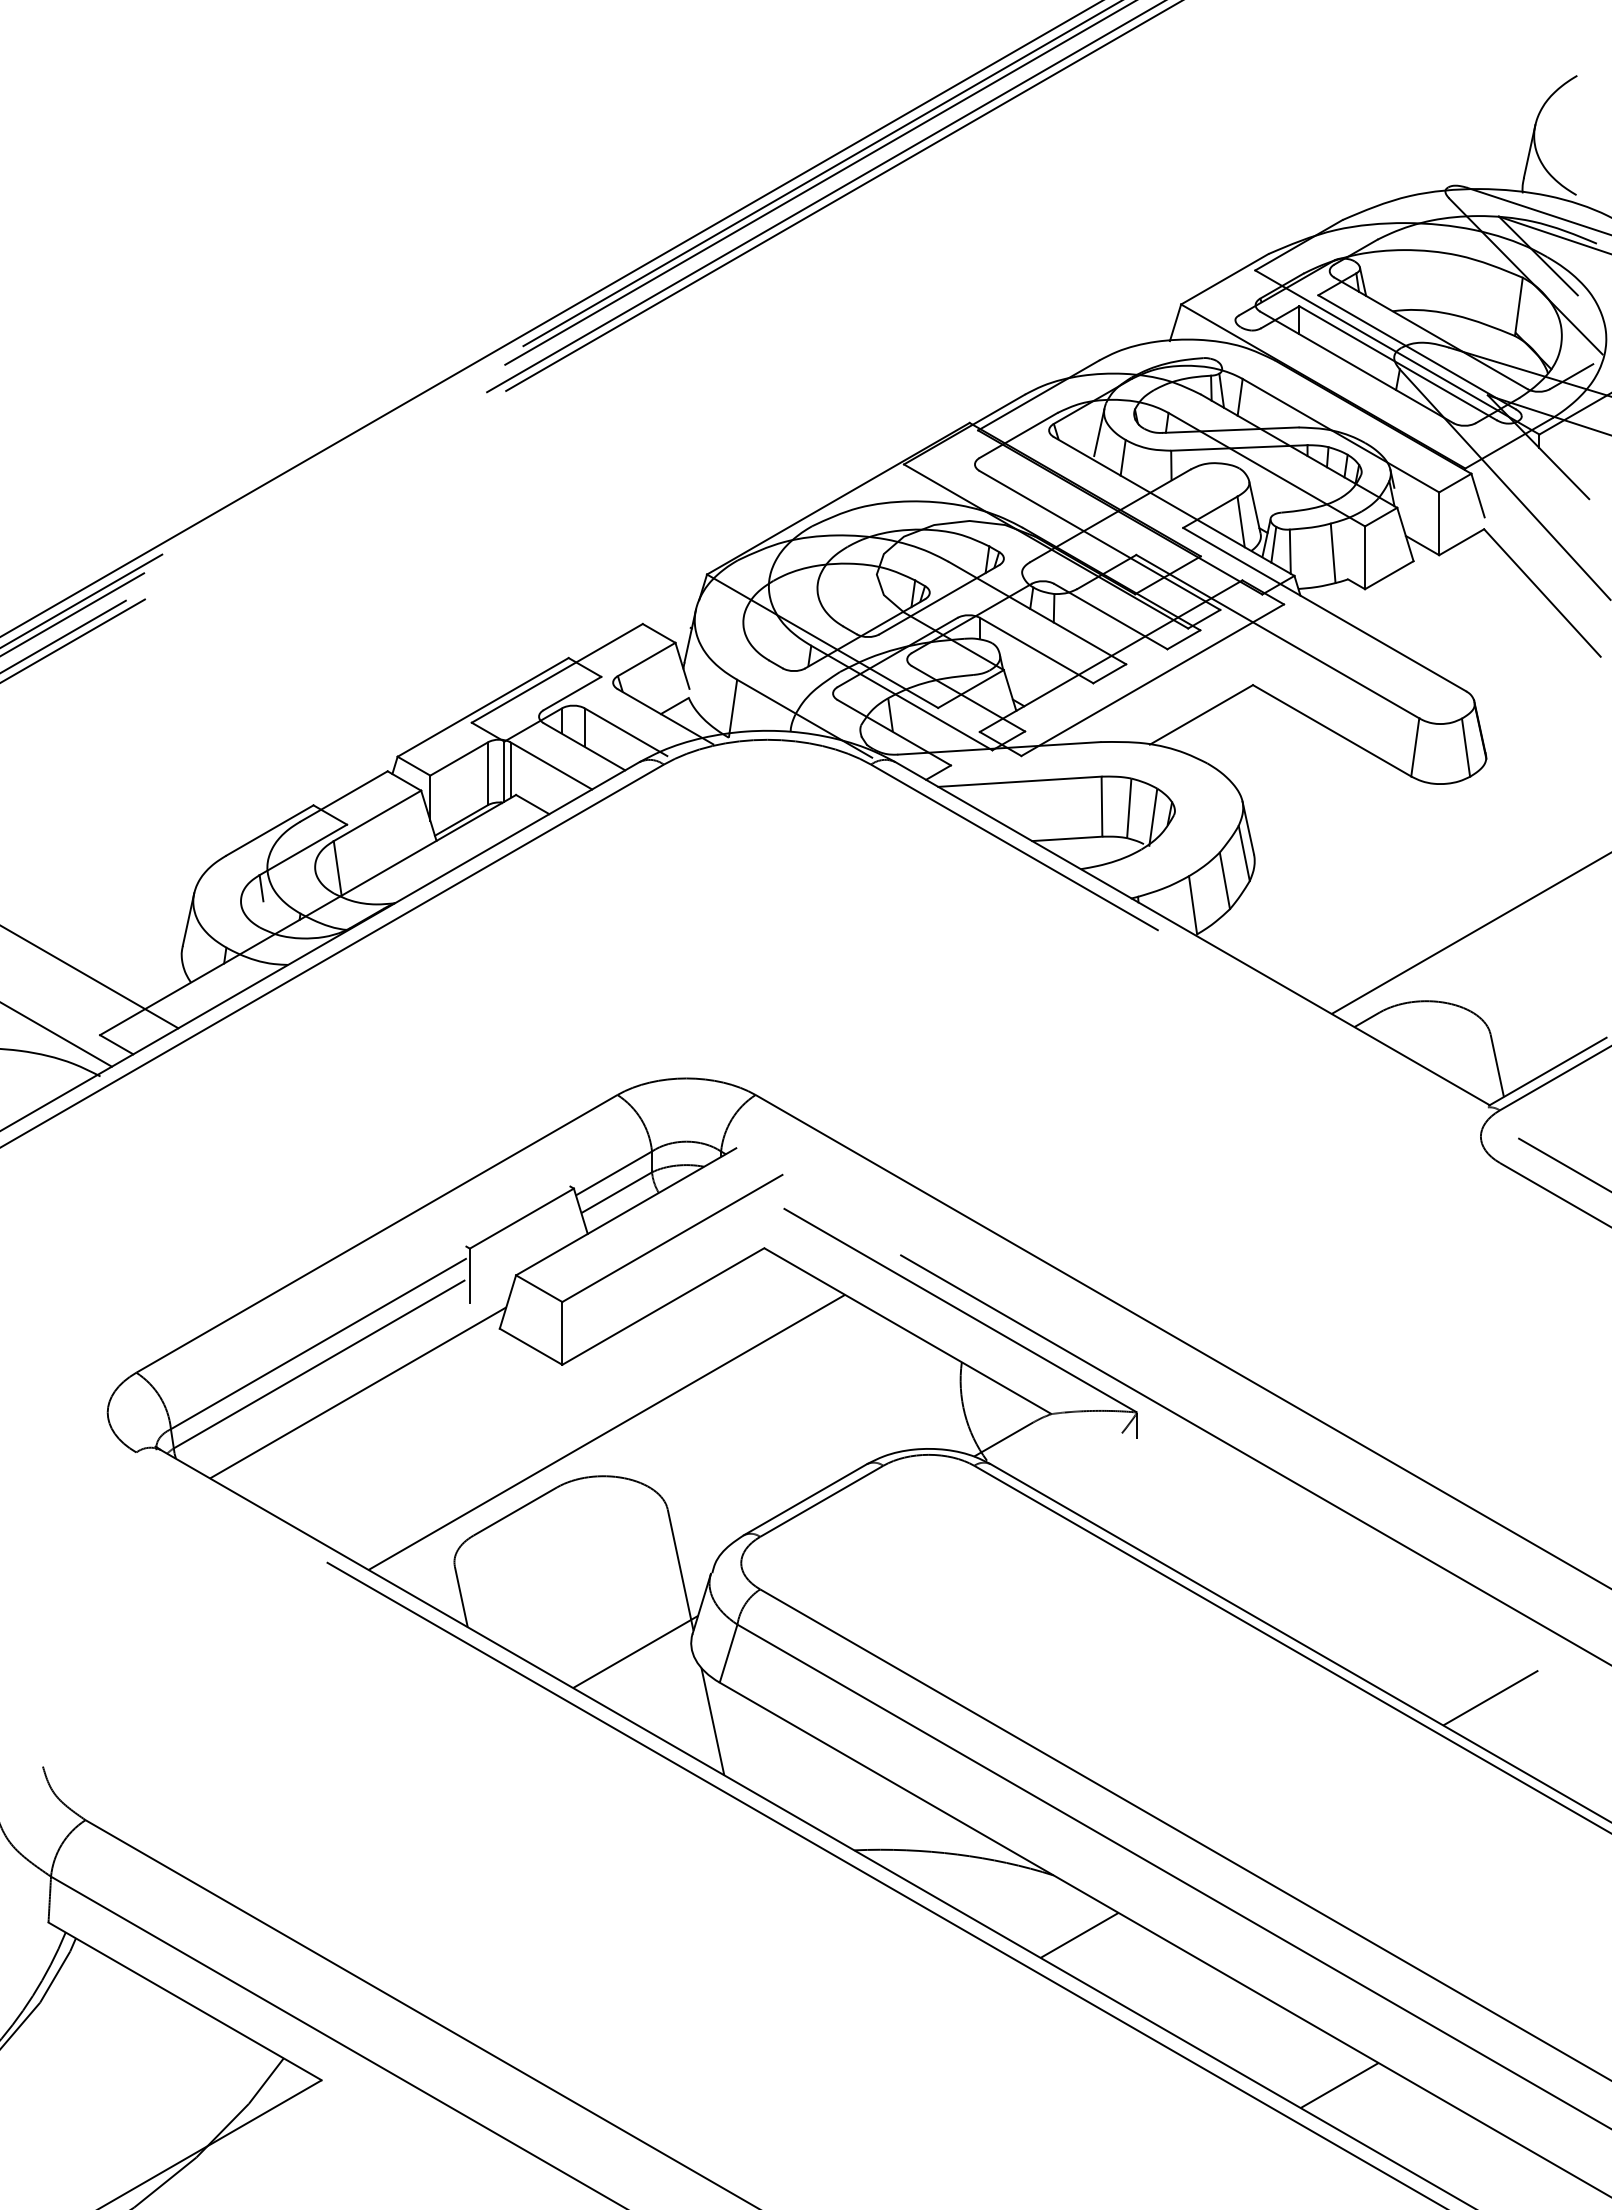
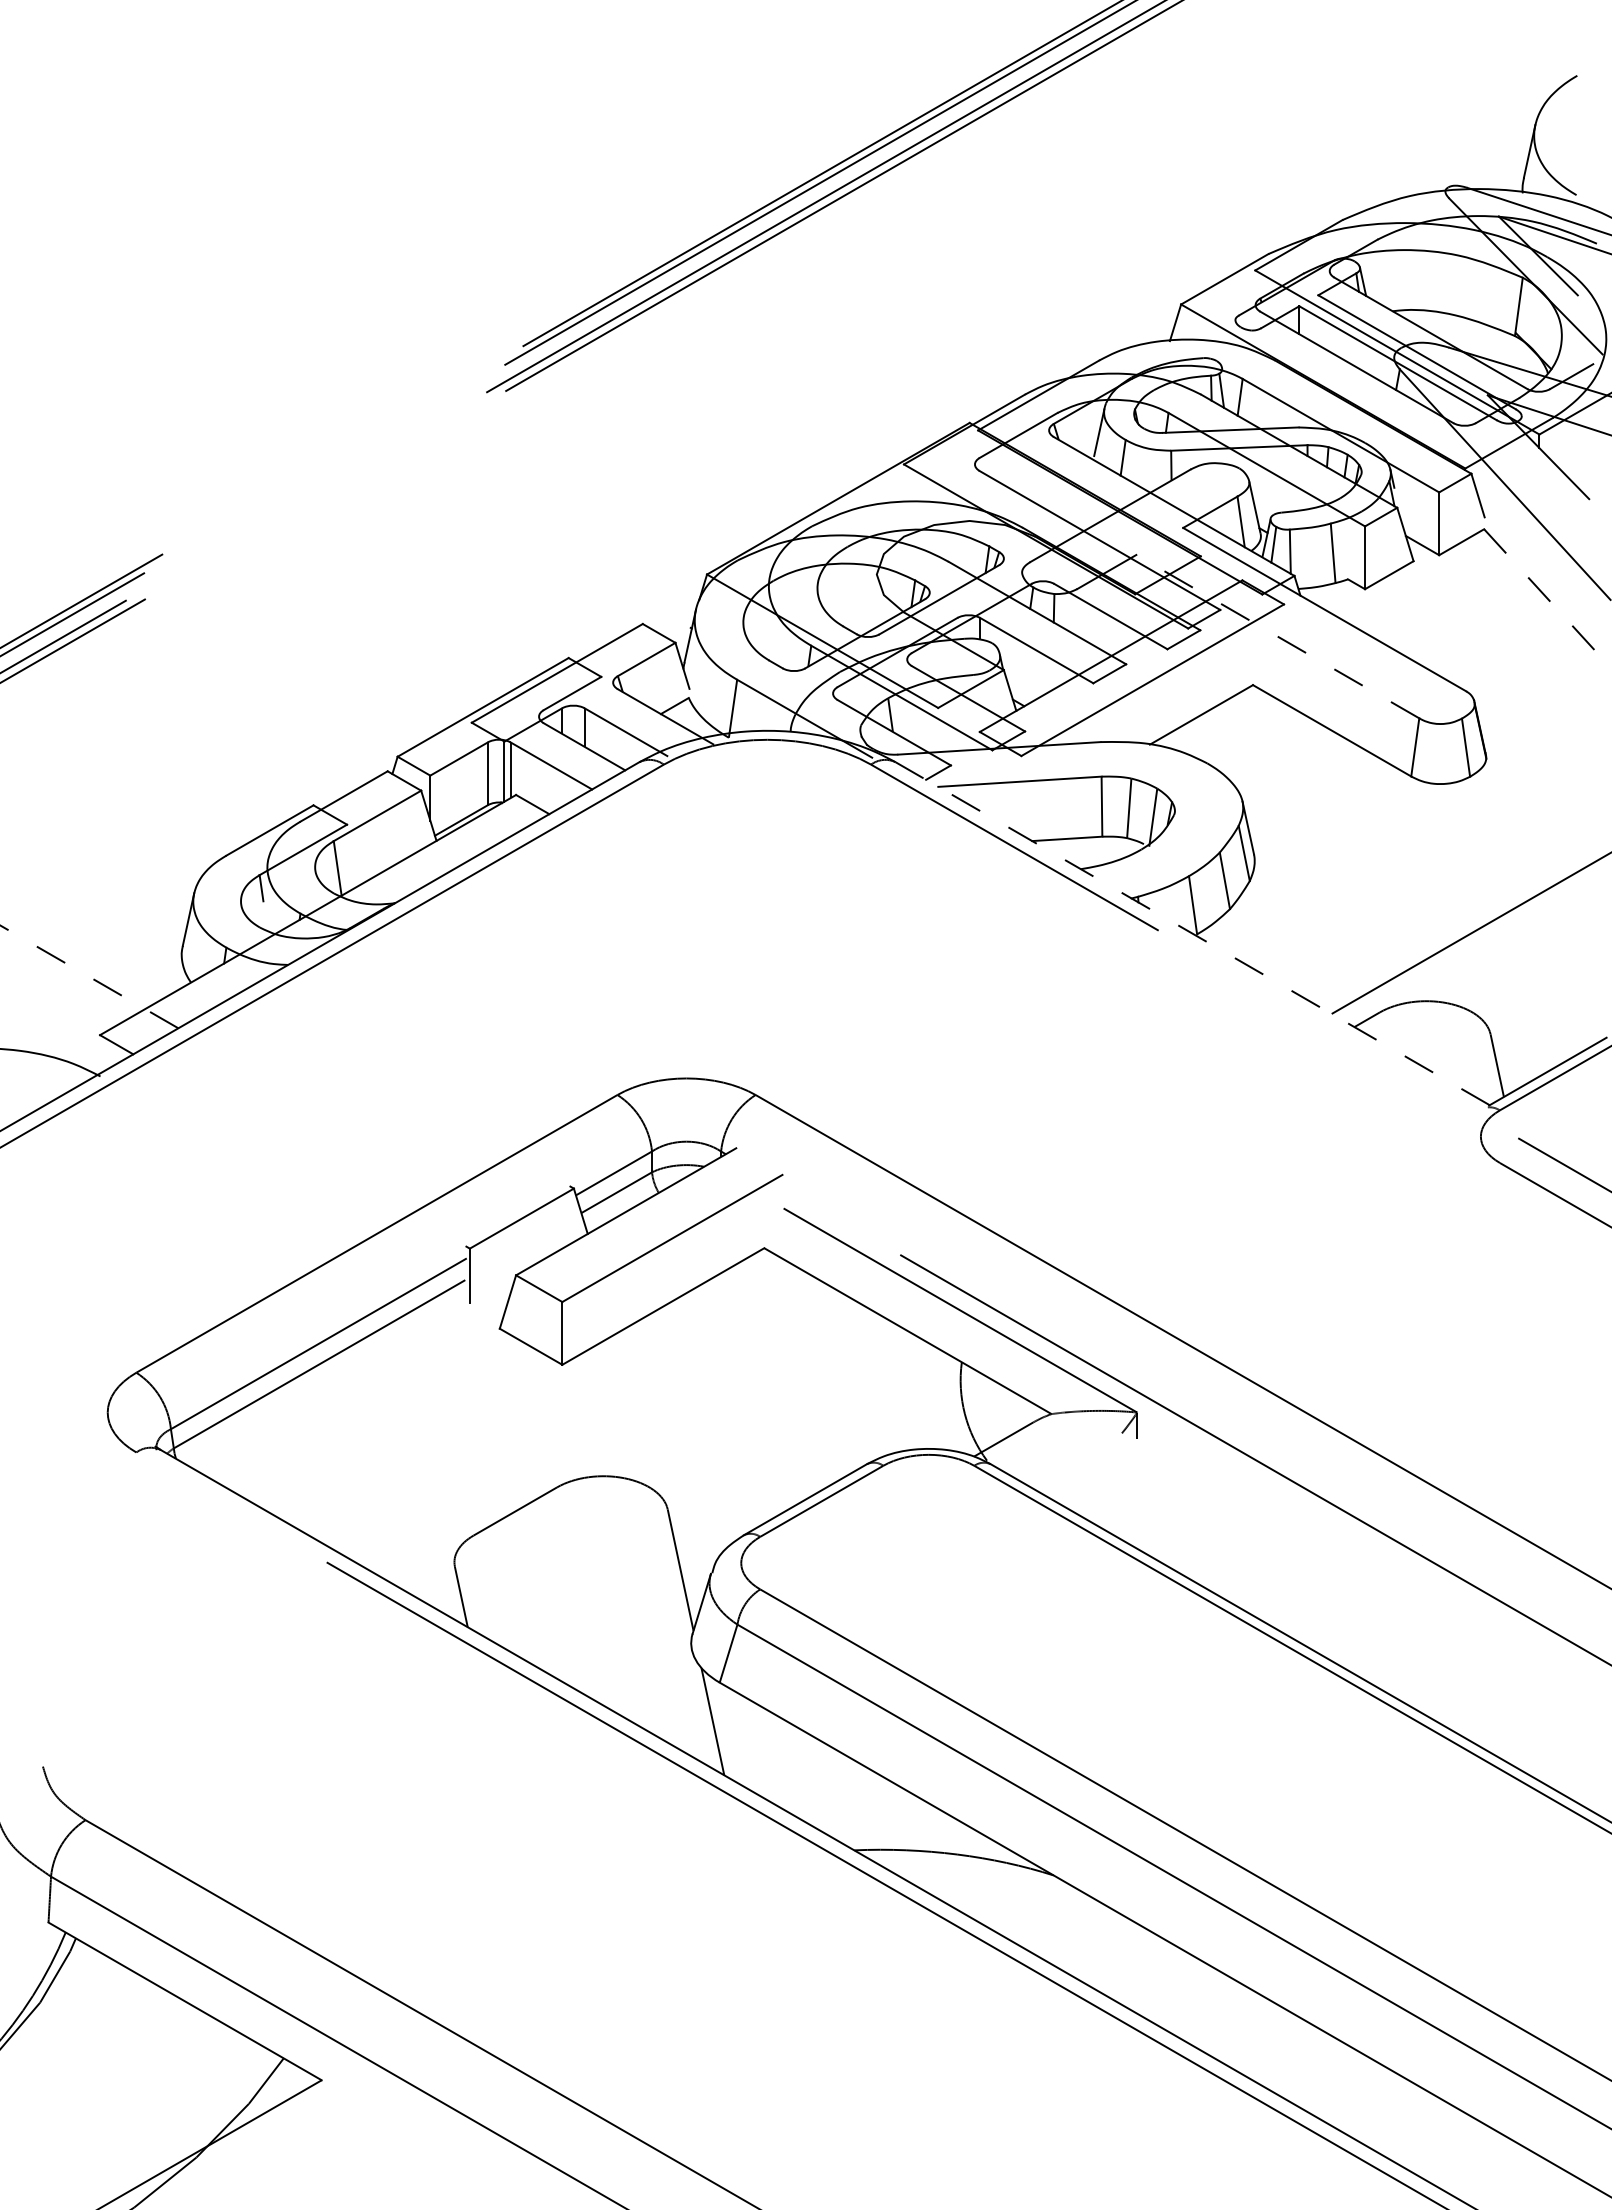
line at (550, 318): present -> none
line at (1542, 593): solid -> dashed
line at (1277, 636): solid -> dashed
line at (1192, 933): solid -> dashed
line at (89, 976): solid -> dashed
line at (56, 1034): present -> none
line at (358, 1392): present -> none
line at (606, 1431): present -> none
line at (635, 1651): present -> none
line at (1490, 1697): present -> none
line at (1079, 1934): present -> none
line at (1339, 2085): present -> none
